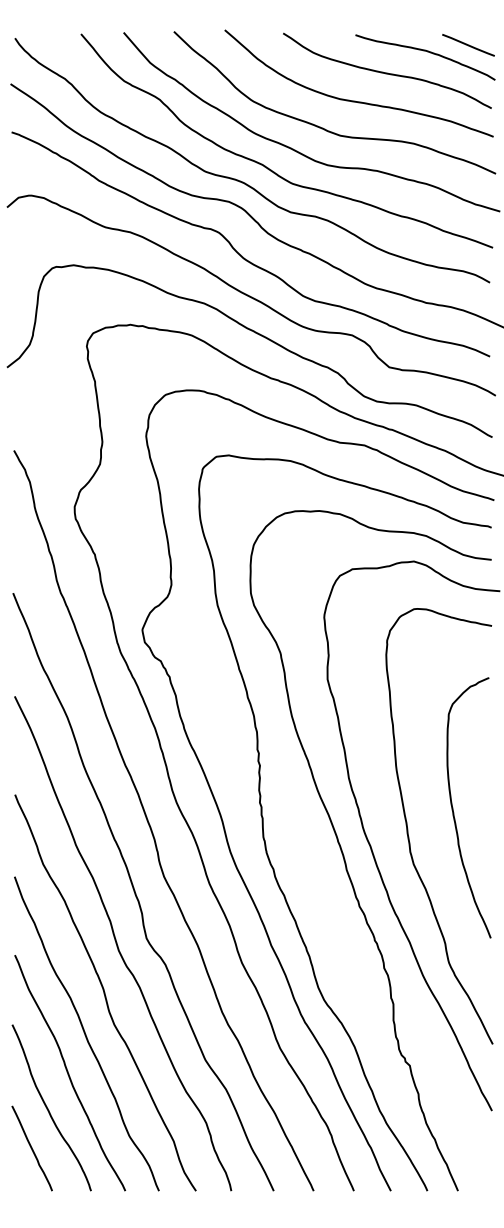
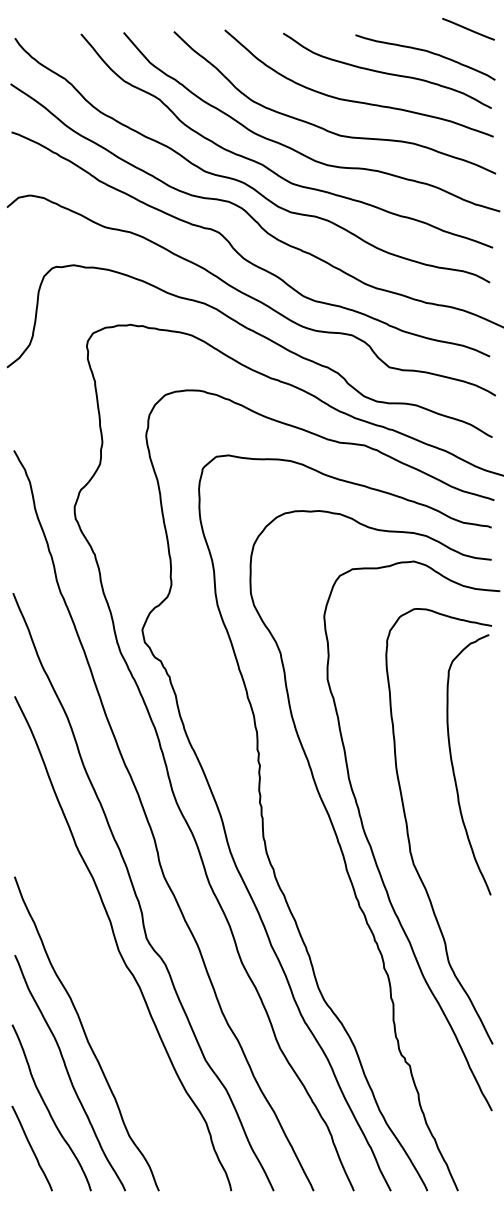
line at (468, 45) position: (468, 45) -> (468, 29)
curve at (454, 812) position: (454, 812) -> (454, 769)
curve at (105, 992): present -> none
